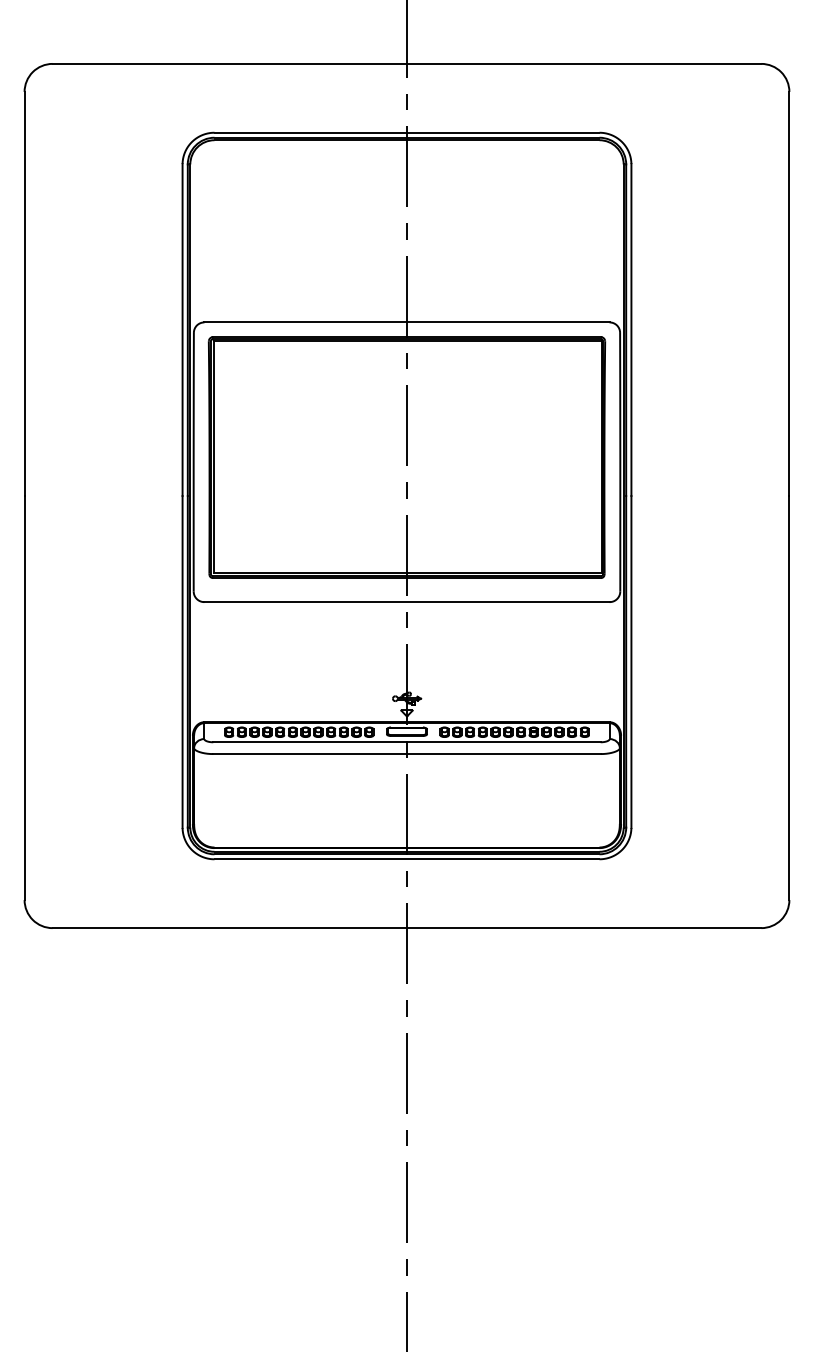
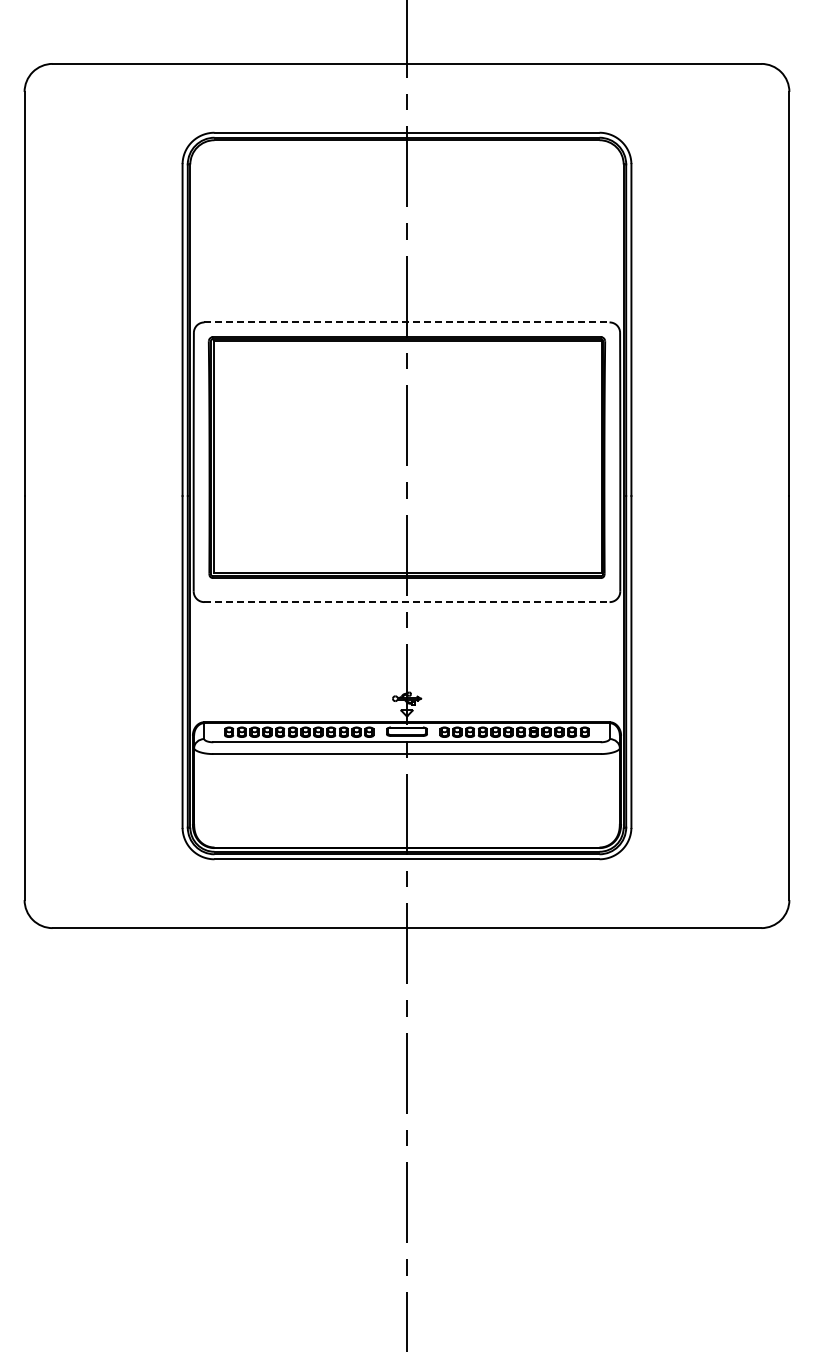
line at (406, 322): solid -> dashed
line at (406, 602): solid -> dashed
